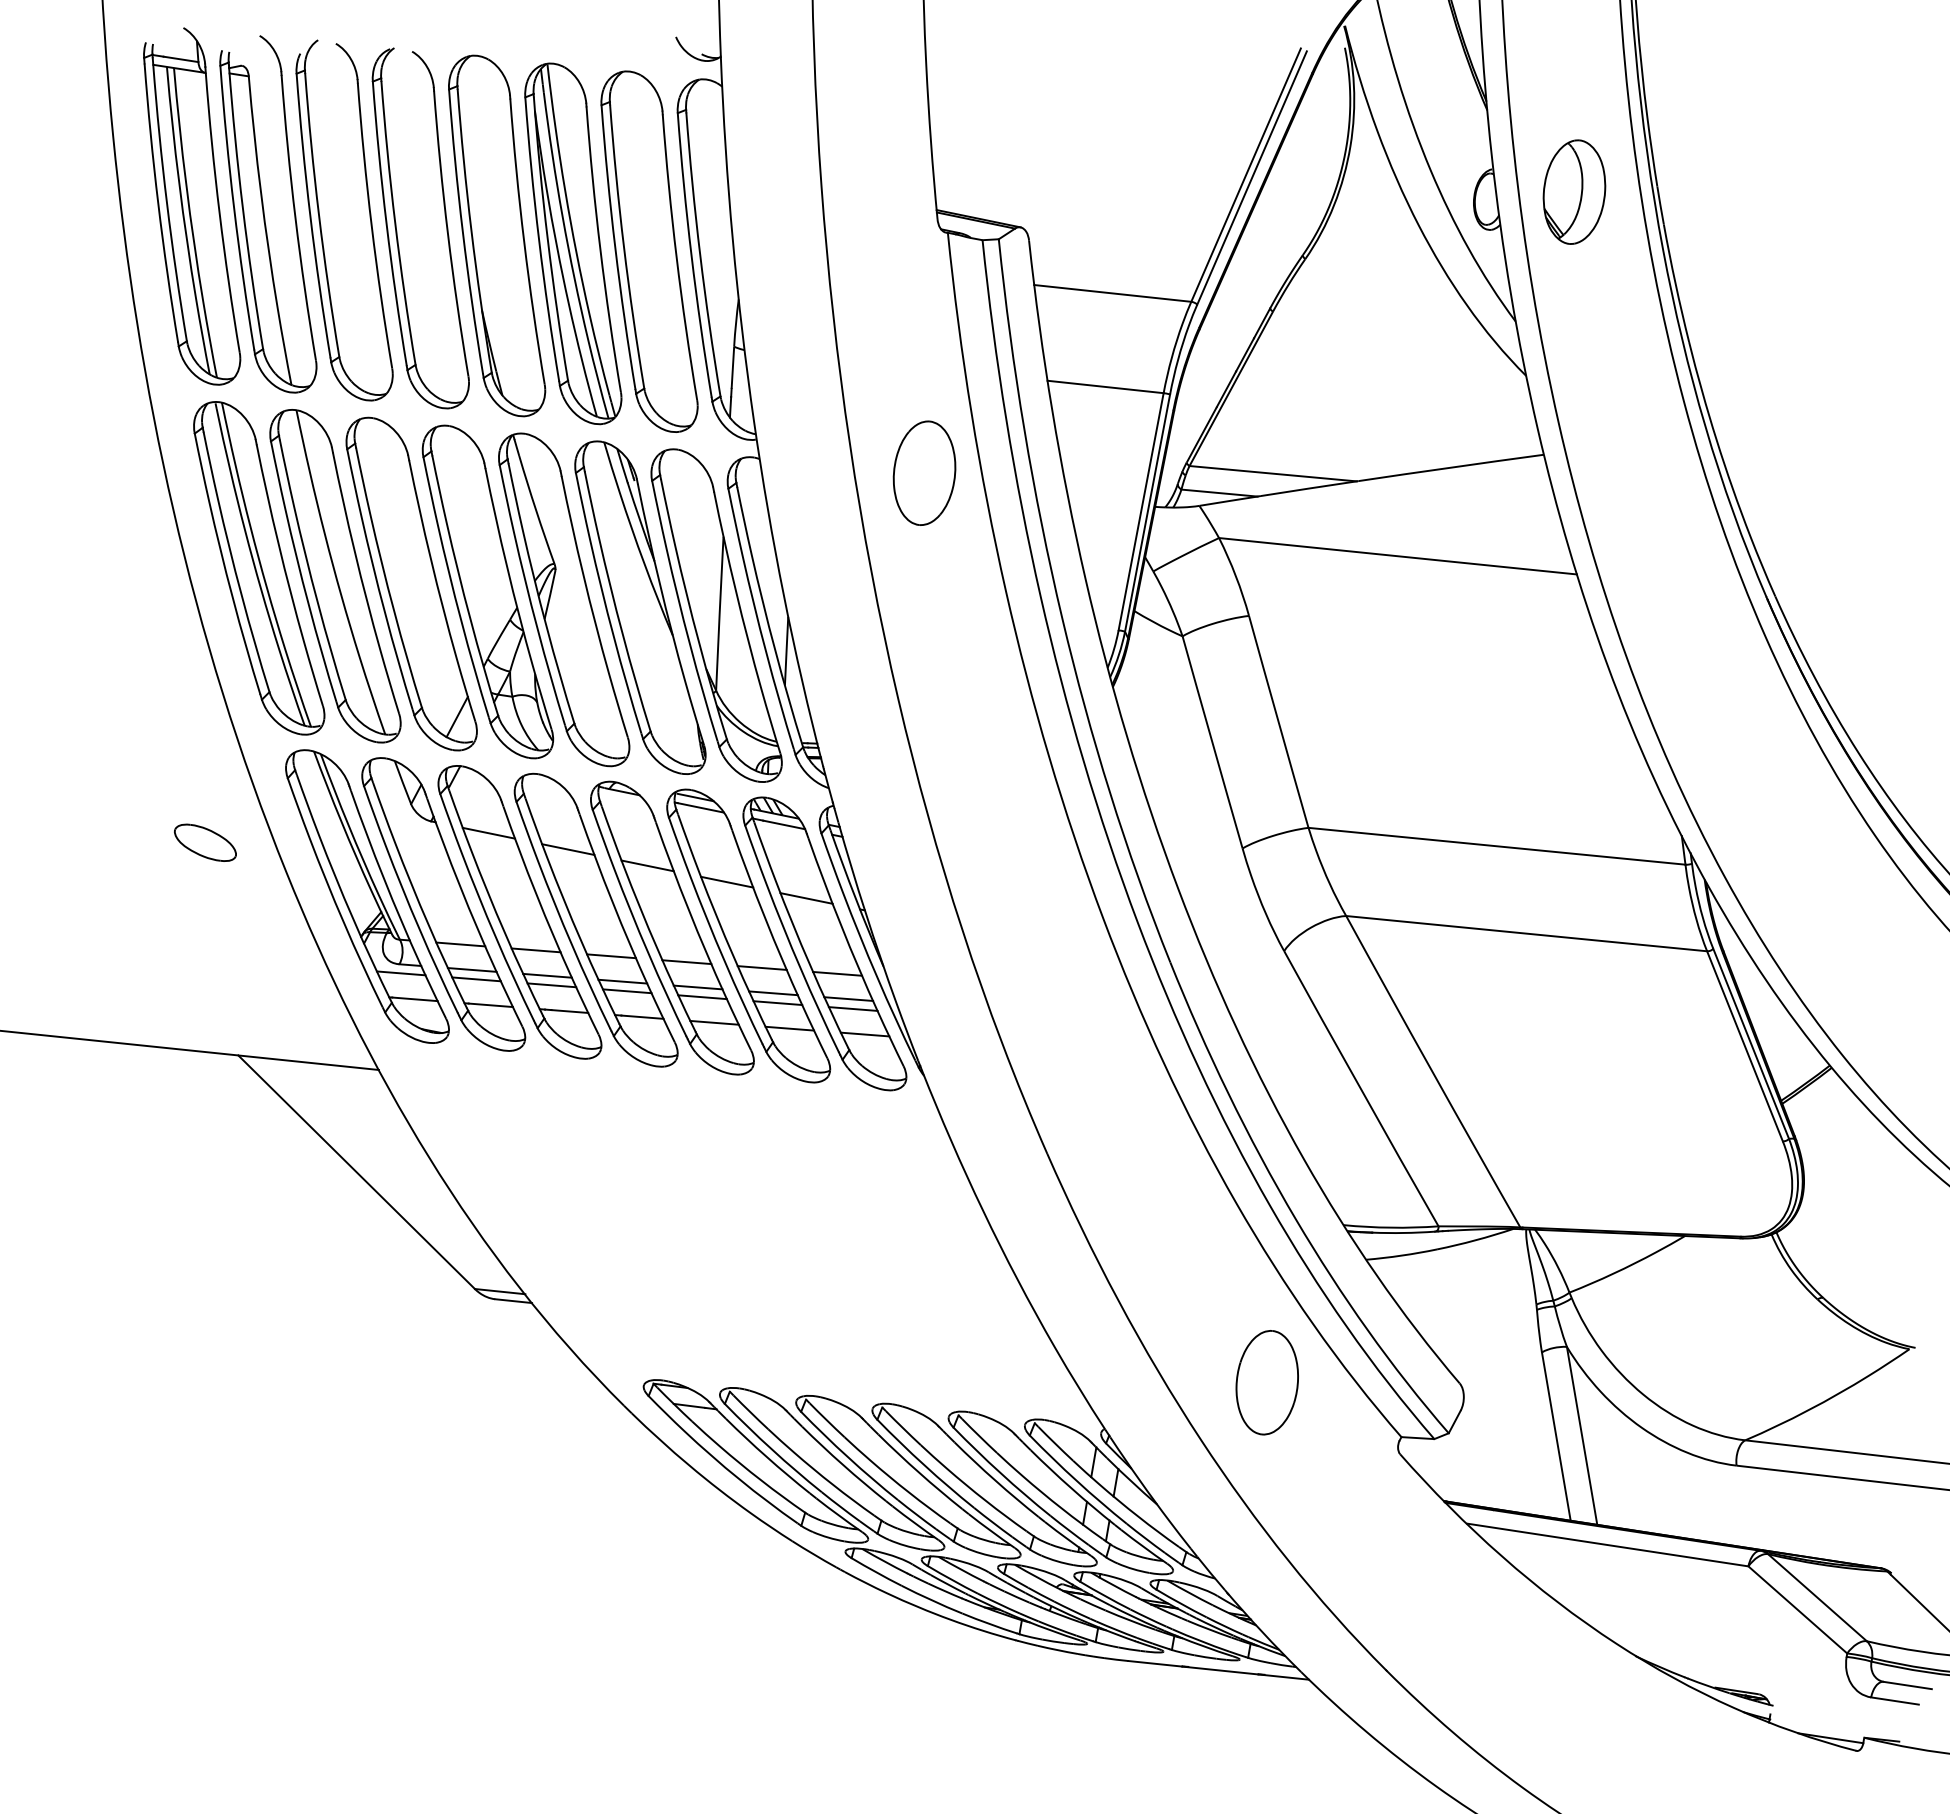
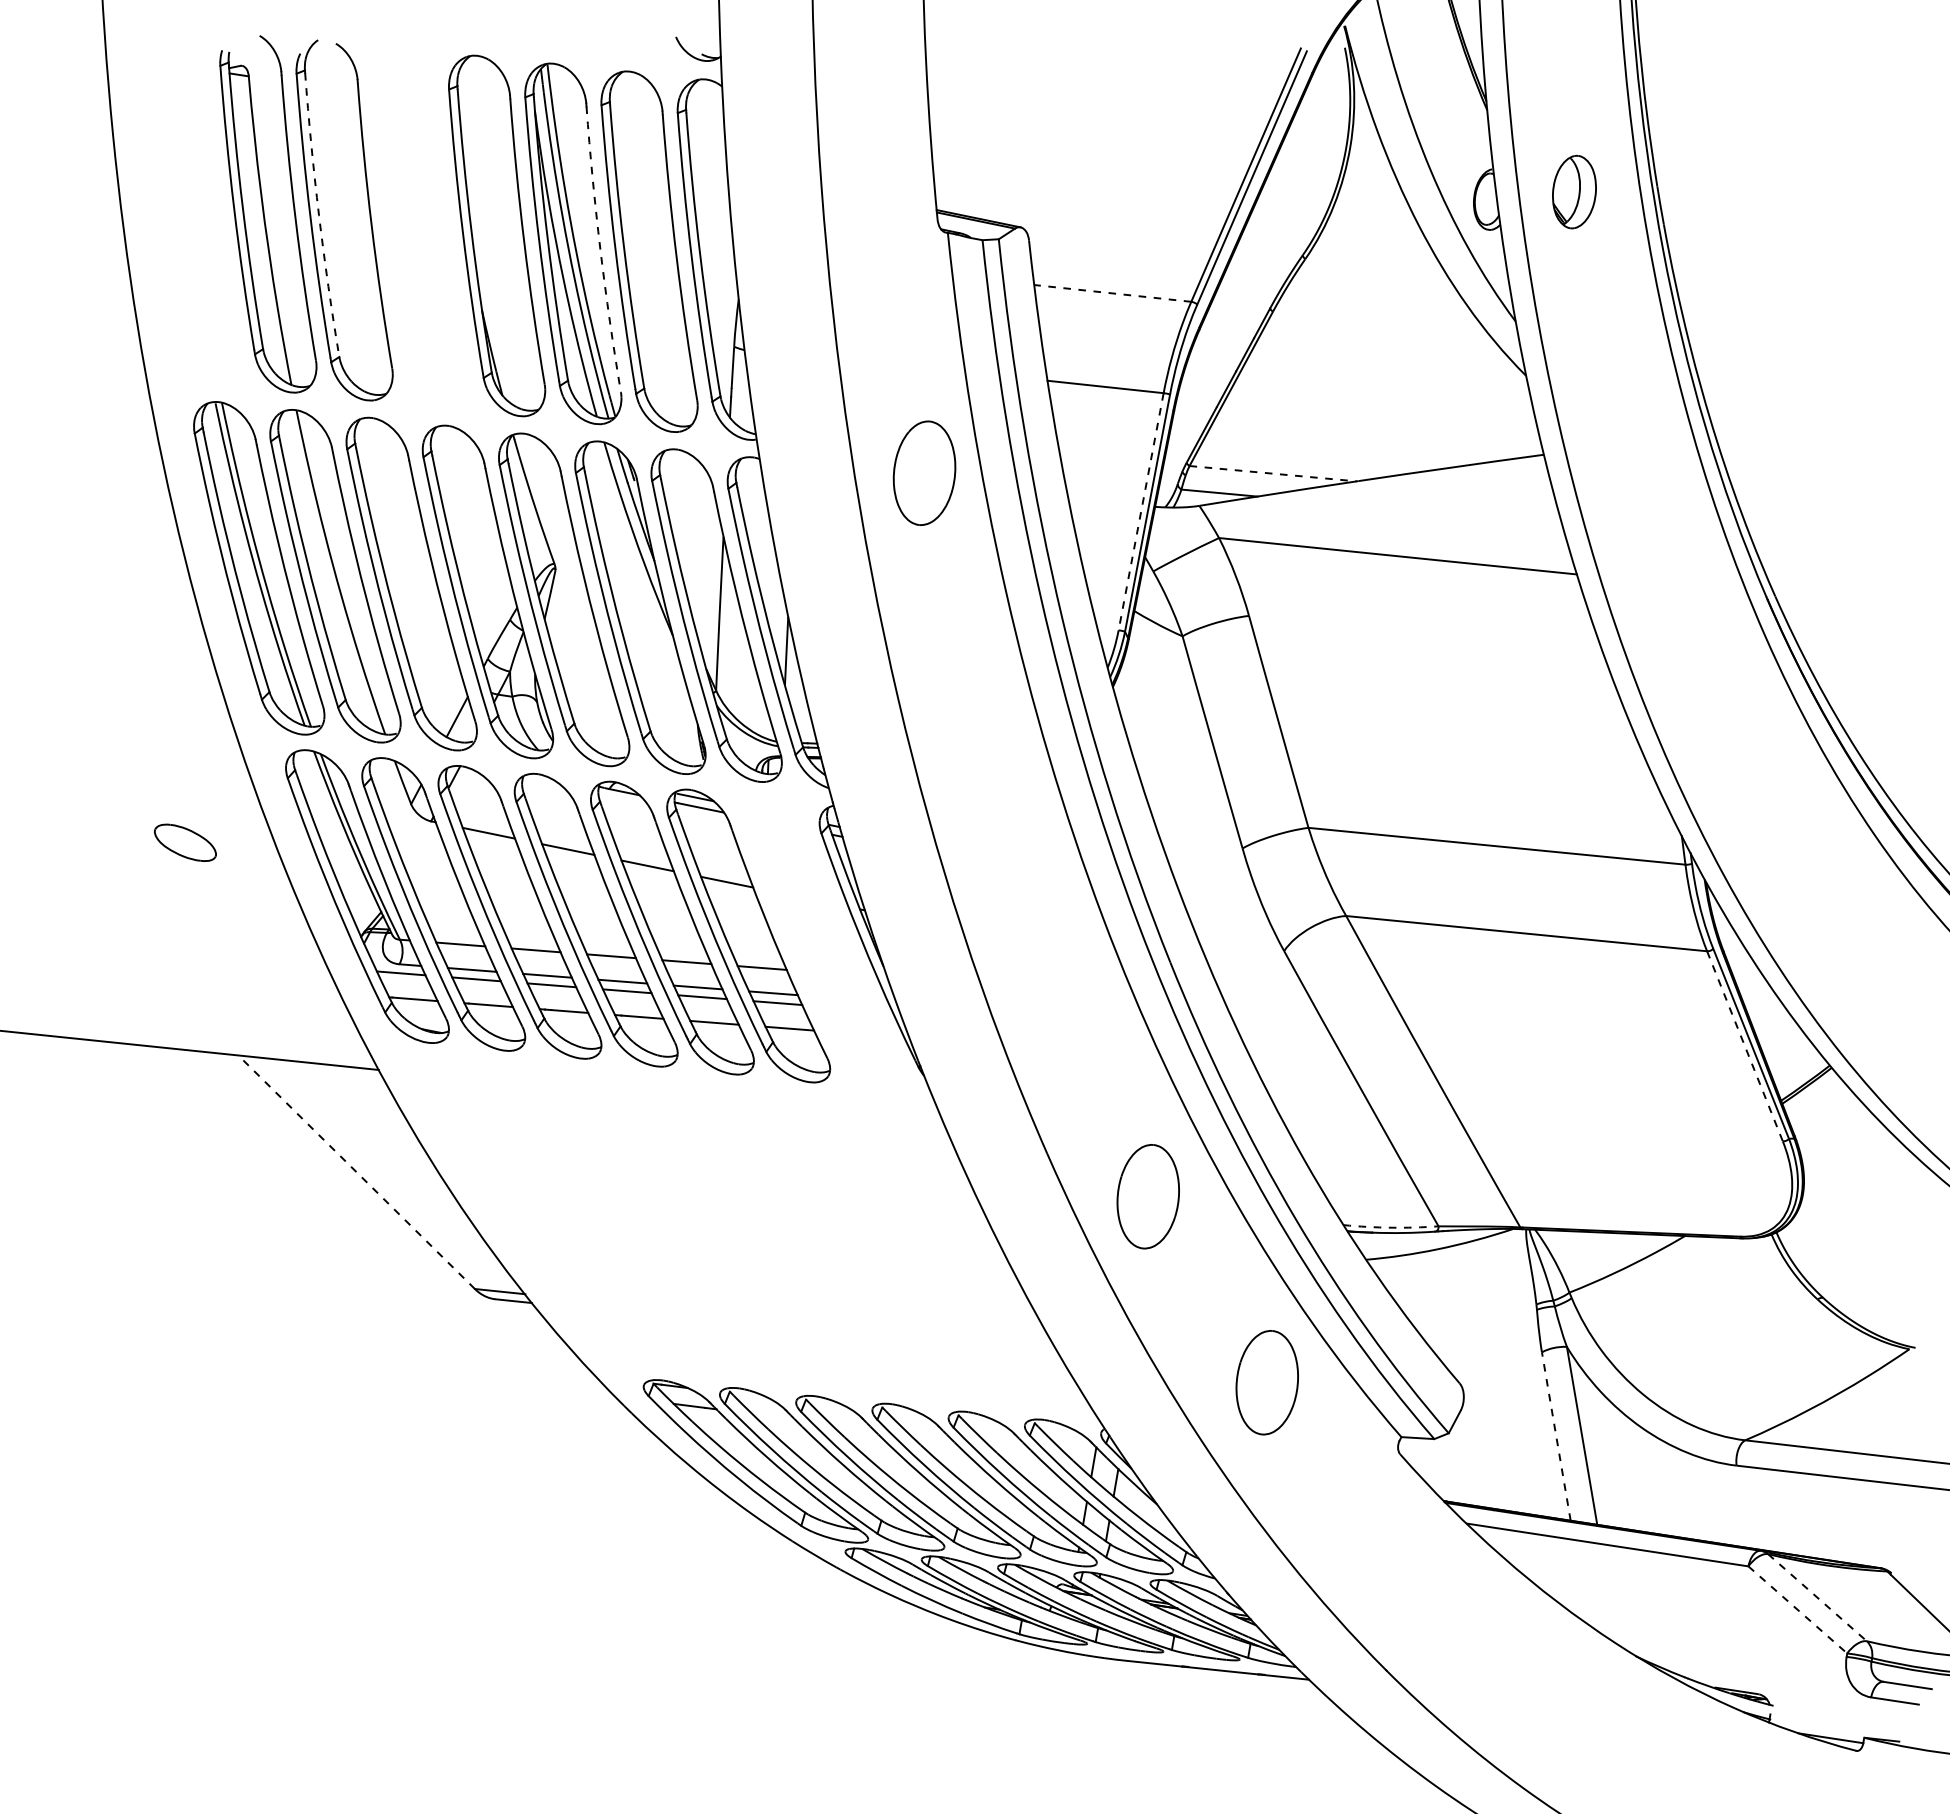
part at (1574, 191) size: 65x106 px -> 45x76 px
part at (192, 206): present -> none
arc at (319, 215): solid -> dashed
part at (397, 230): present -> none
arc at (600, 249): solid -> dashed
line at (1112, 293): solid -> dashed
line at (1273, 473): solid -> dashed
line at (1141, 511): solid -> dashed
part at (205, 842) position: (205, 842) -> (185, 842)
part at (824, 943): present -> none
line at (1745, 1046): solid -> dashed
line at (356, 1171): solid -> dashed
part at (1147, 1196): none -> present
arc at (1391, 1227): solid -> dashed
line at (1556, 1436): solid -> dashed
line at (1817, 1597): solid -> dashed
line at (1797, 1609): solid -> dashed
